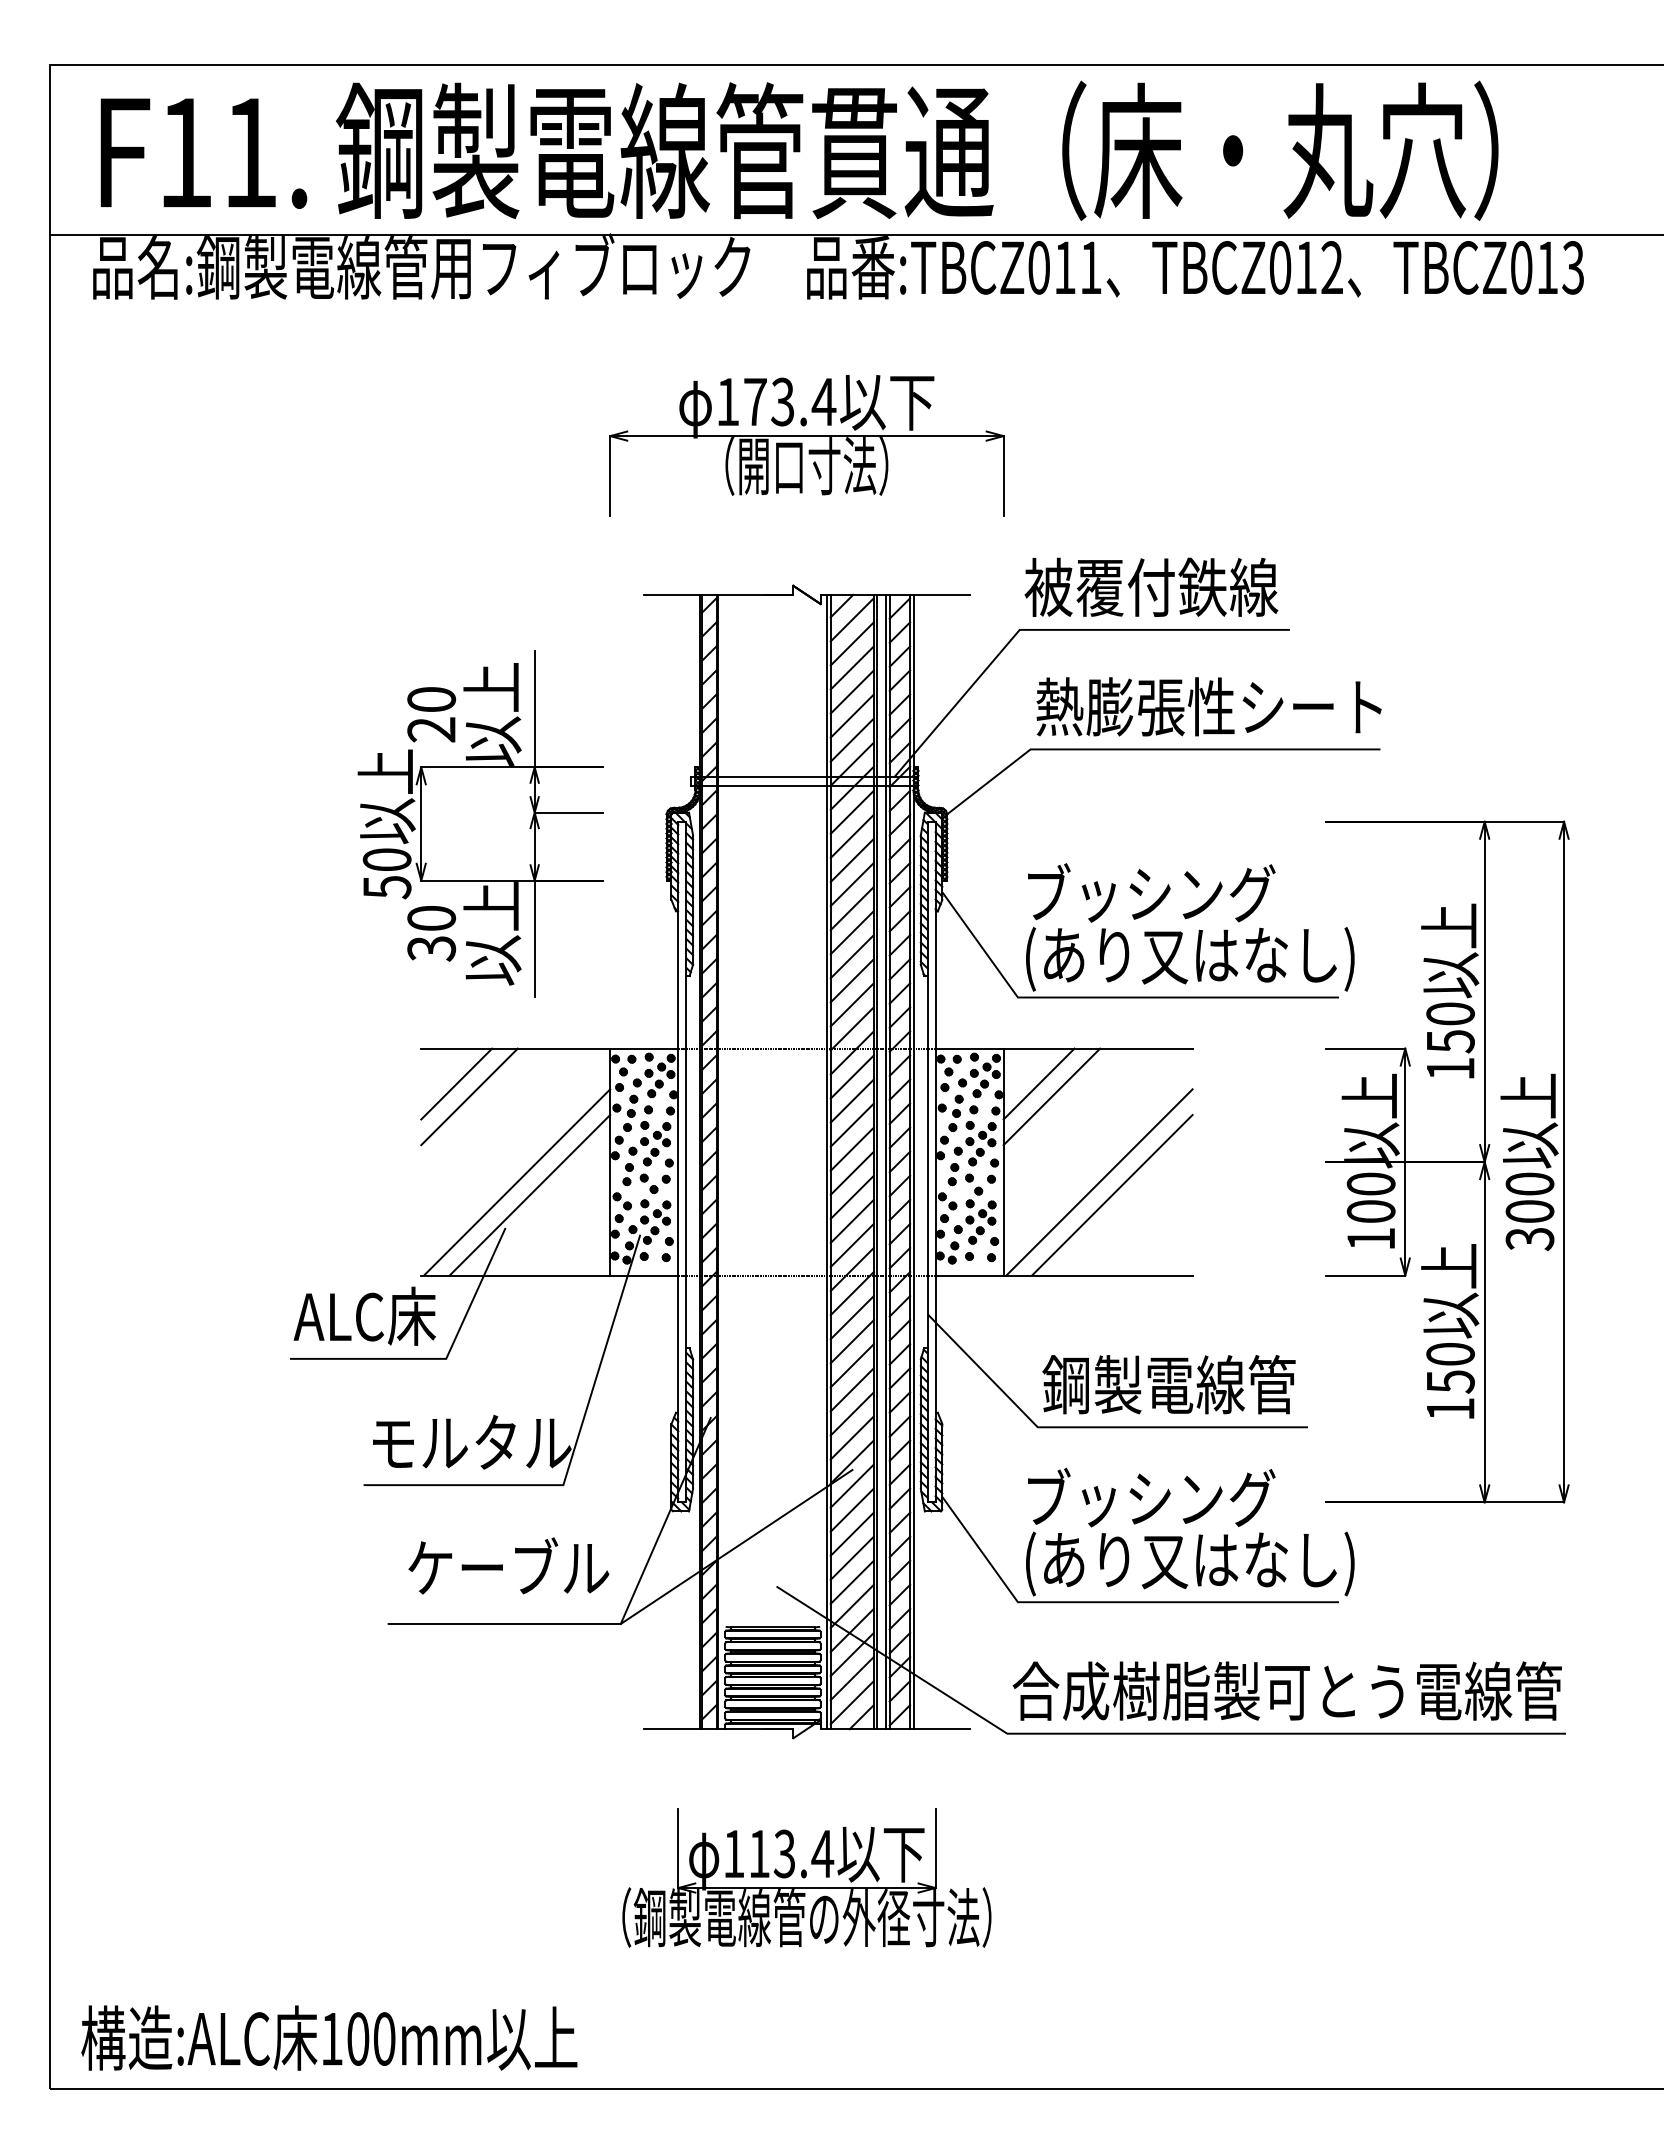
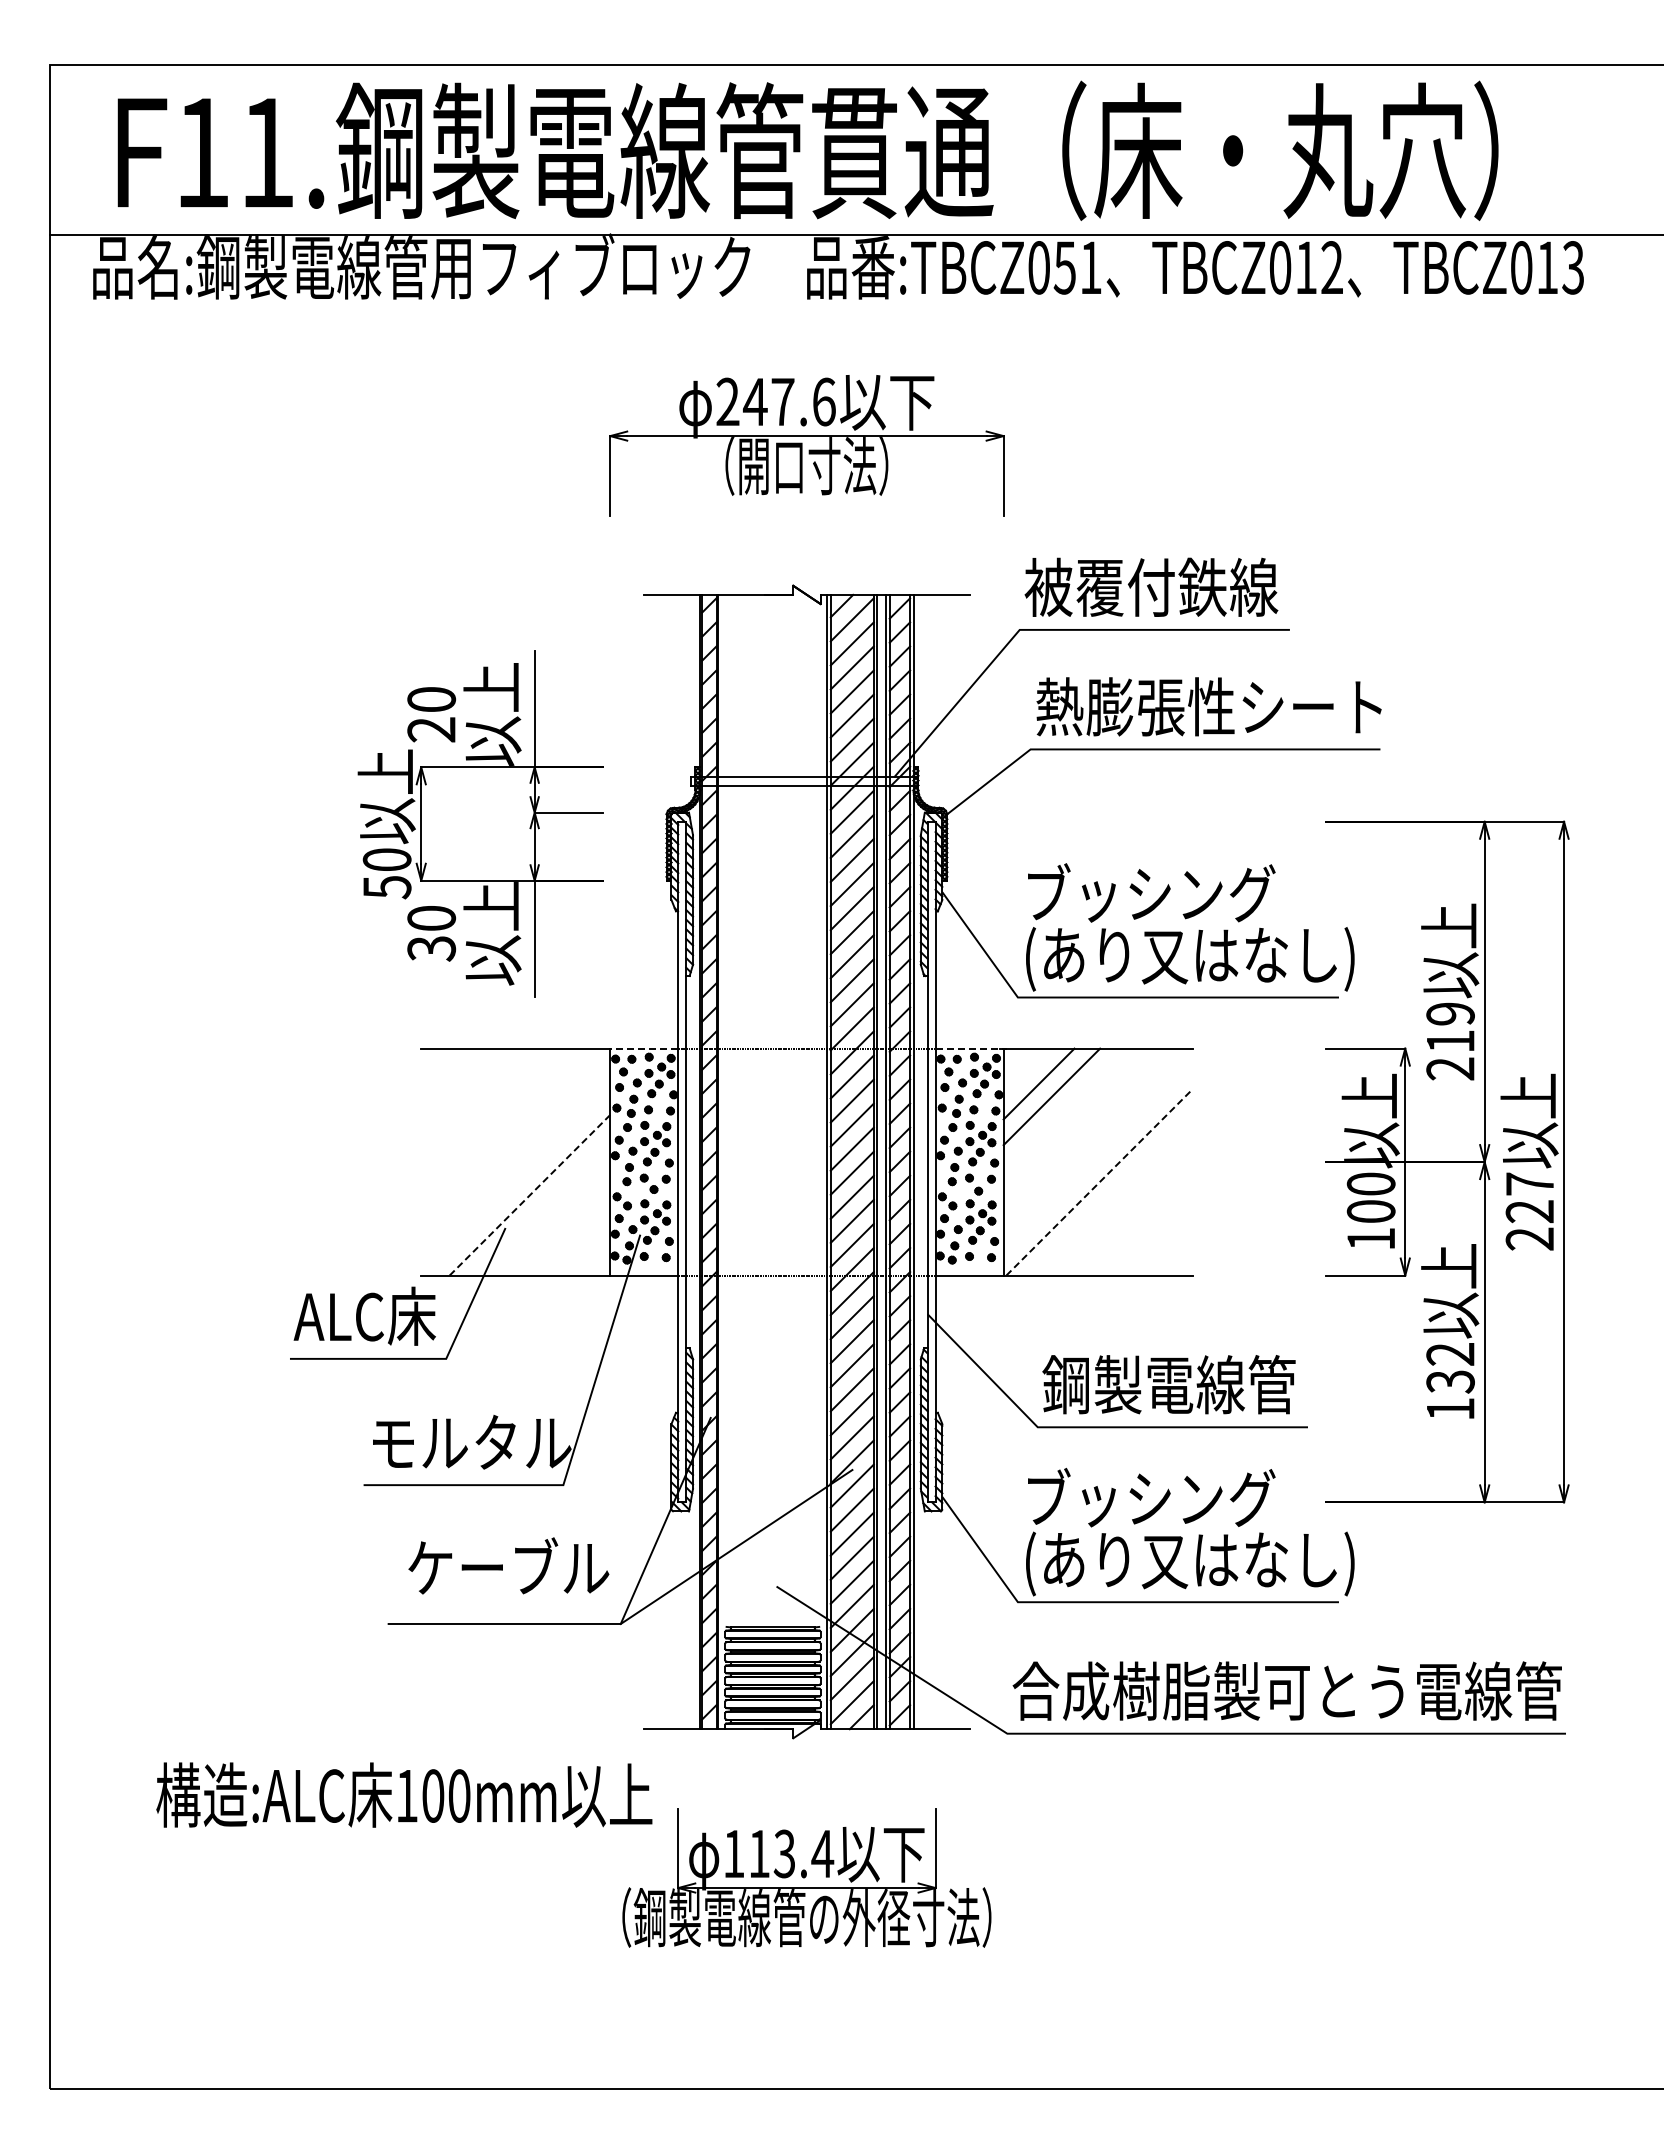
text at (203, 153) position: (203, 153) -> (220, 153)
text at (1064, 267): :TBCZ011 -> :TBCZ051
text at (776, 401): 173.4 -> 247.6
text at (1450, 1041): 150 -> 219
line at (643, 1048): solid -> dashed
line at (970, 1048): solid -> dashed
line at (456, 1083): present -> none
line at (469, 1096): present -> none
line at (517, 1182): present -> none
line at (1099, 1182): solid -> dashed
line at (530, 1194): solid -> dashed
line at (1112, 1194): present -> none
text at (1529, 1211): 300 -> 227
text at (1450, 1368): 150 -> 132
text at (329, 2037) position: (329, 2037) -> (404, 1794)
